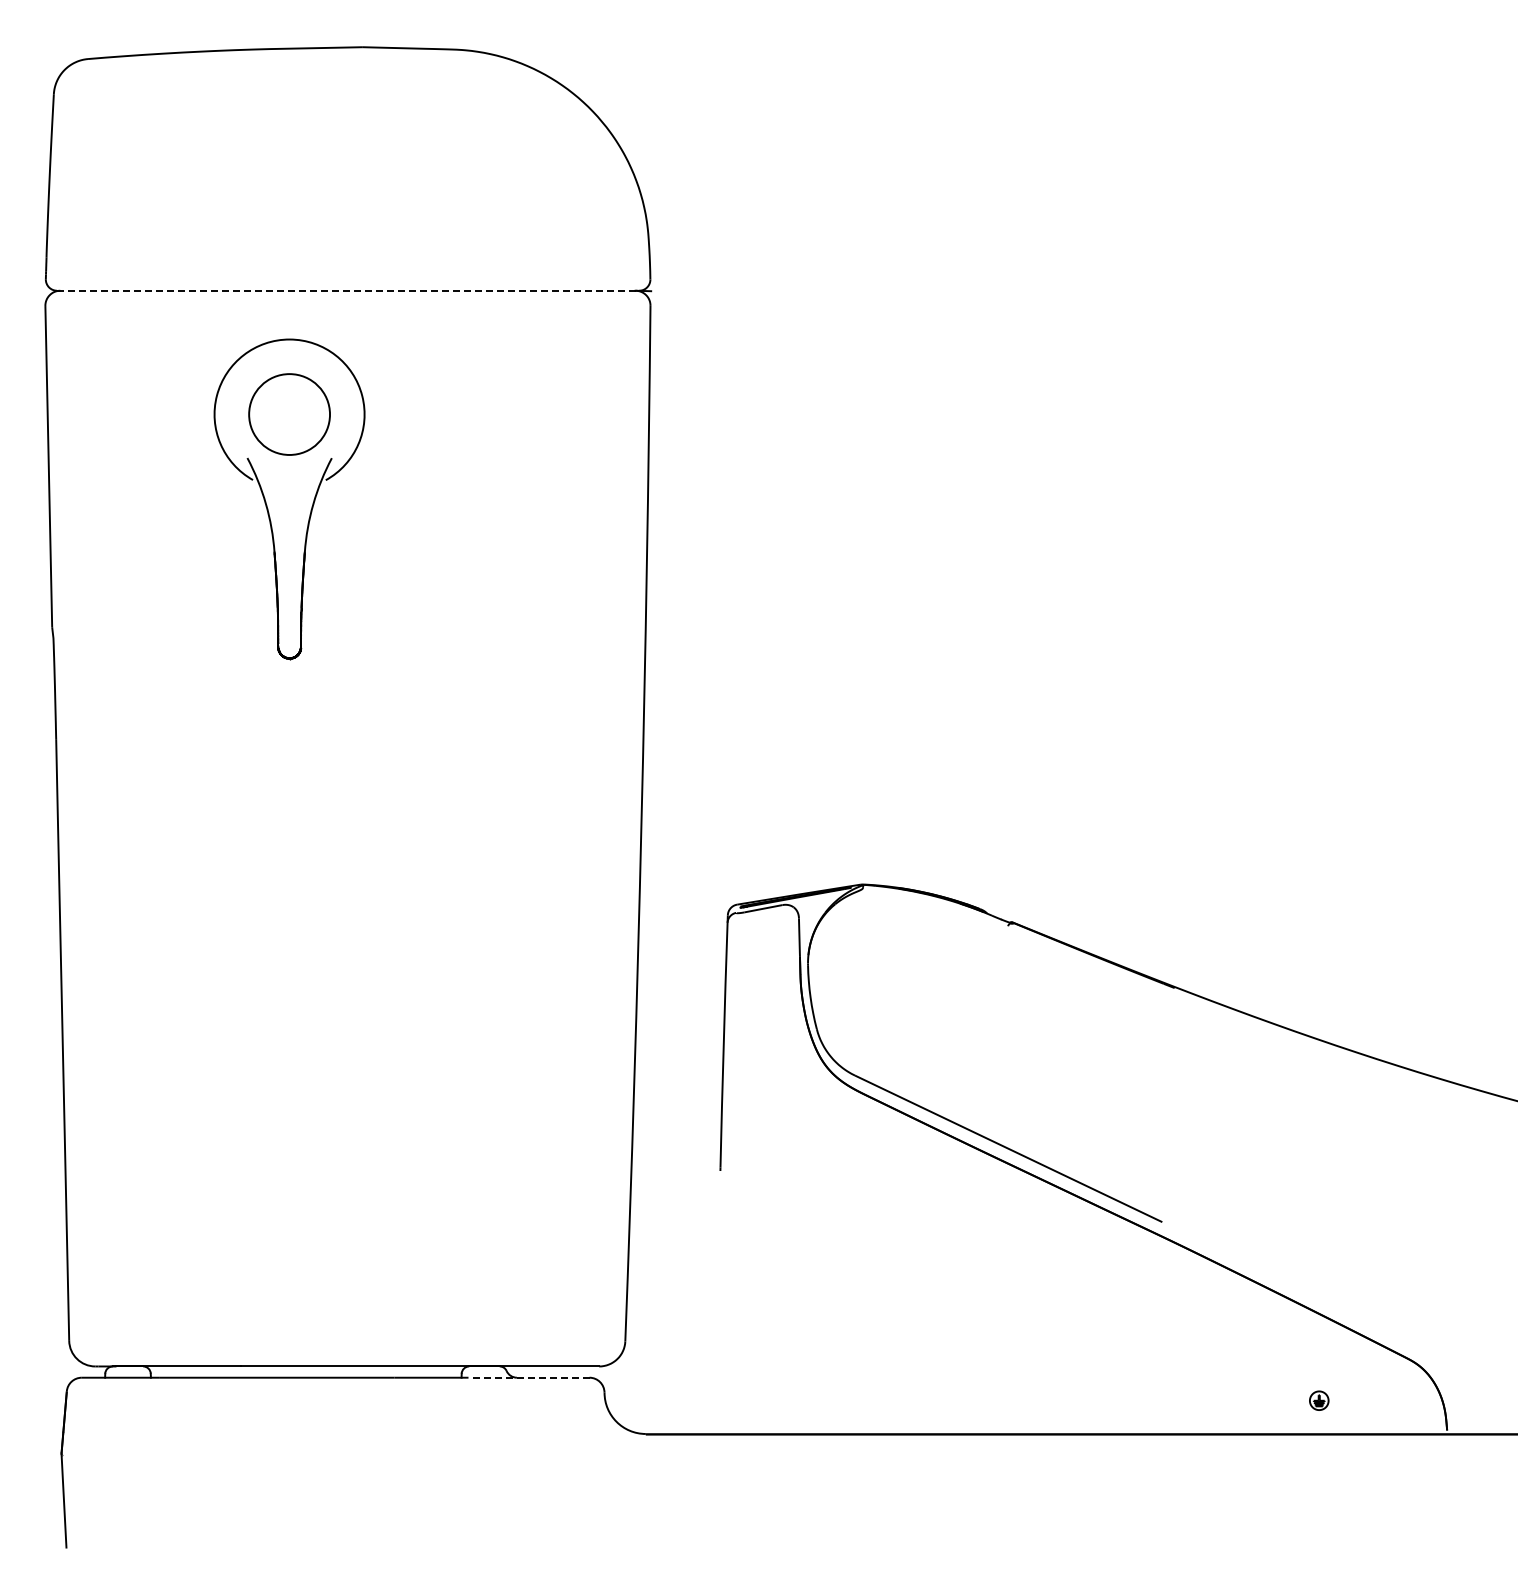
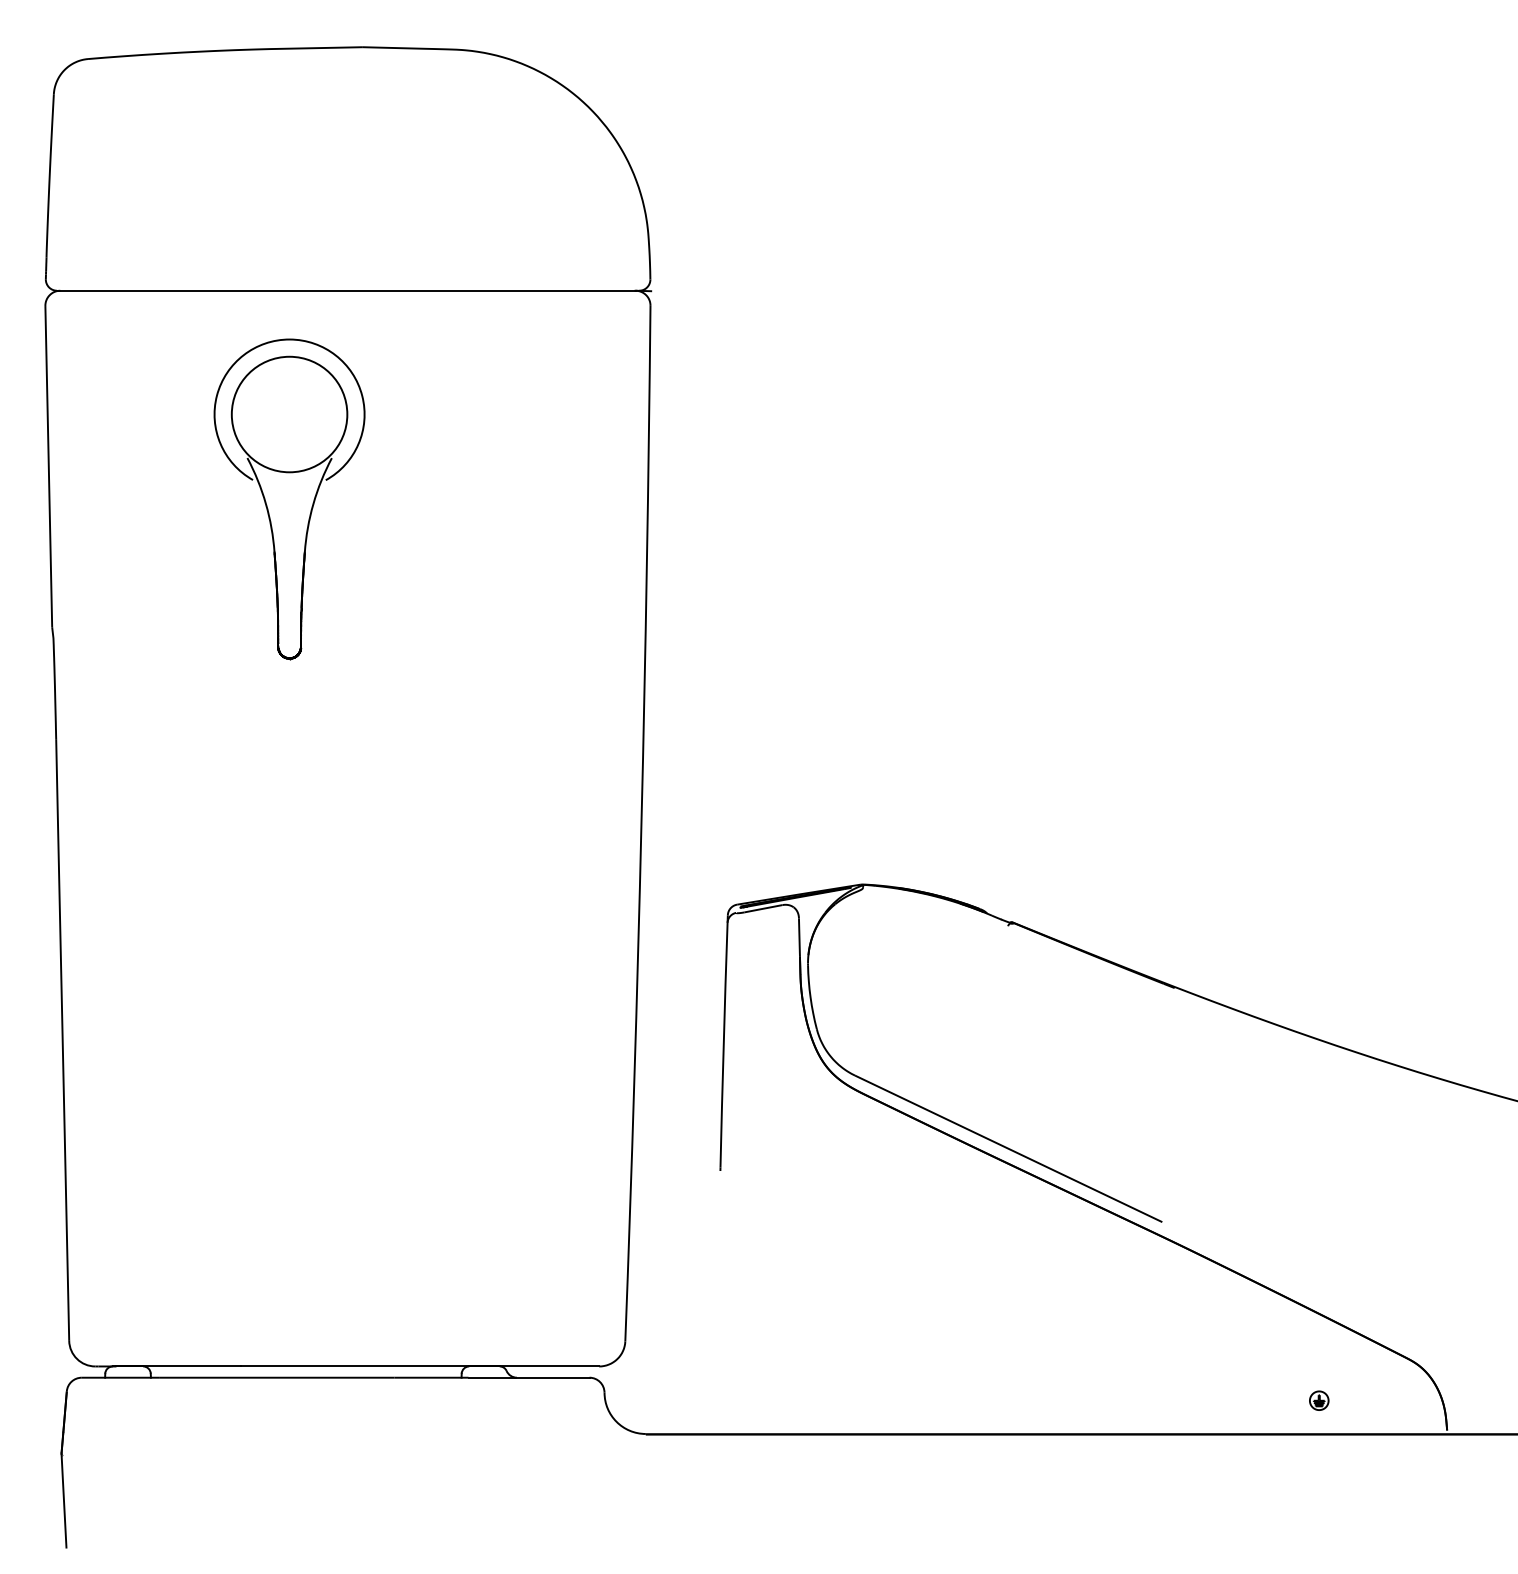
line at (345, 290): dashed -> solid
circle at (289, 414) diameter: 81 px -> 116 px
line at (529, 1377): dashed -> solid
